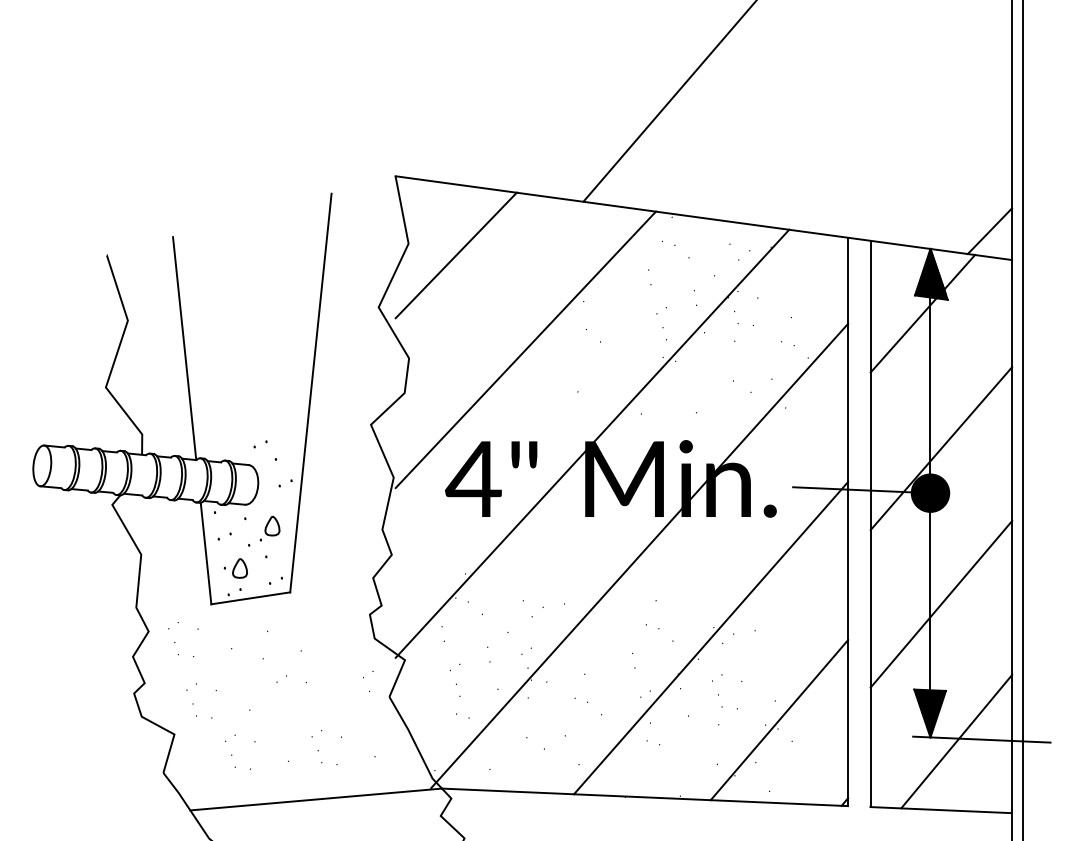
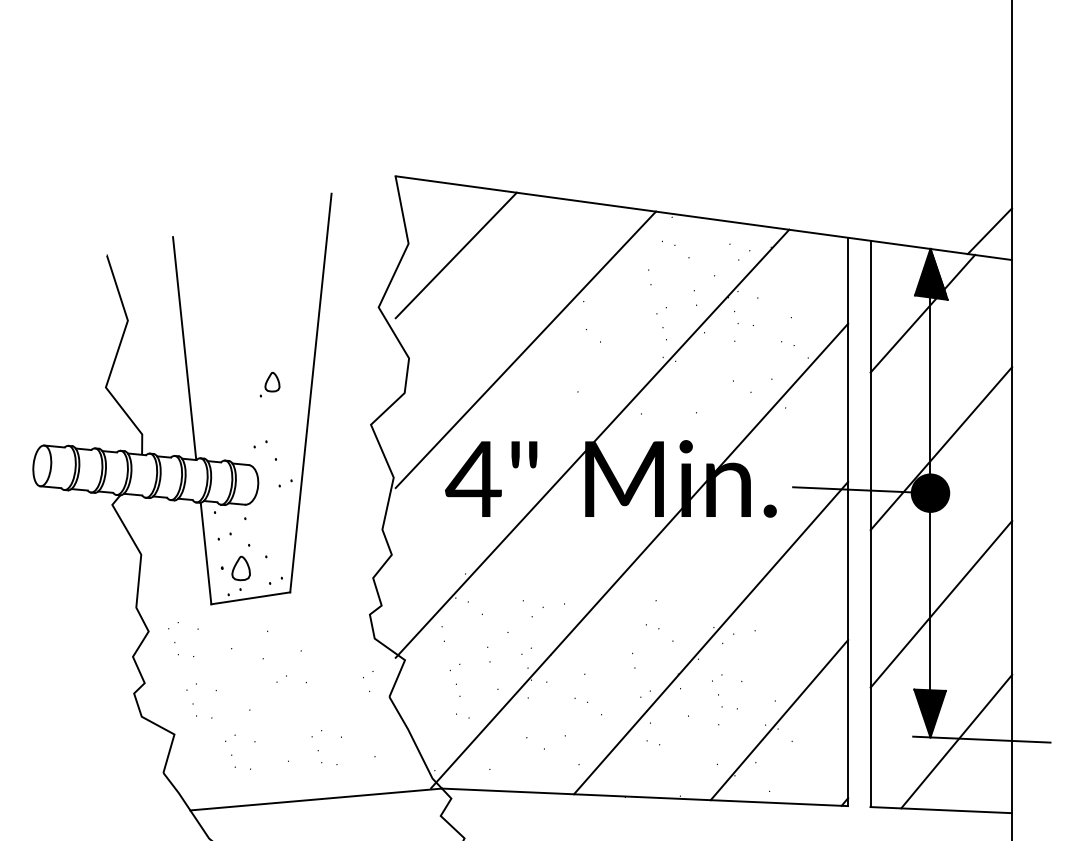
line at (669, 101): present -> none
line at (1023, 419): present -> none
part at (269, 528) position: (269, 528) -> (269, 384)
part at (235, 568) size: 25x21 px -> 30x27 px
